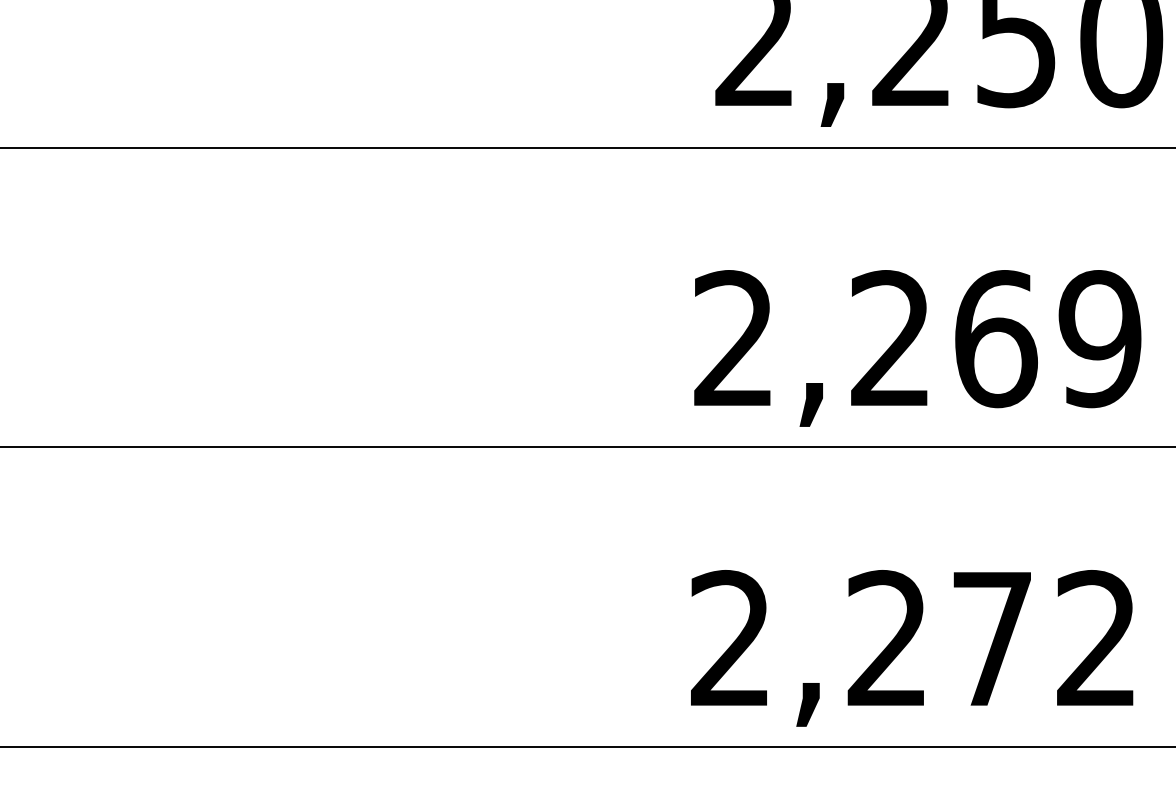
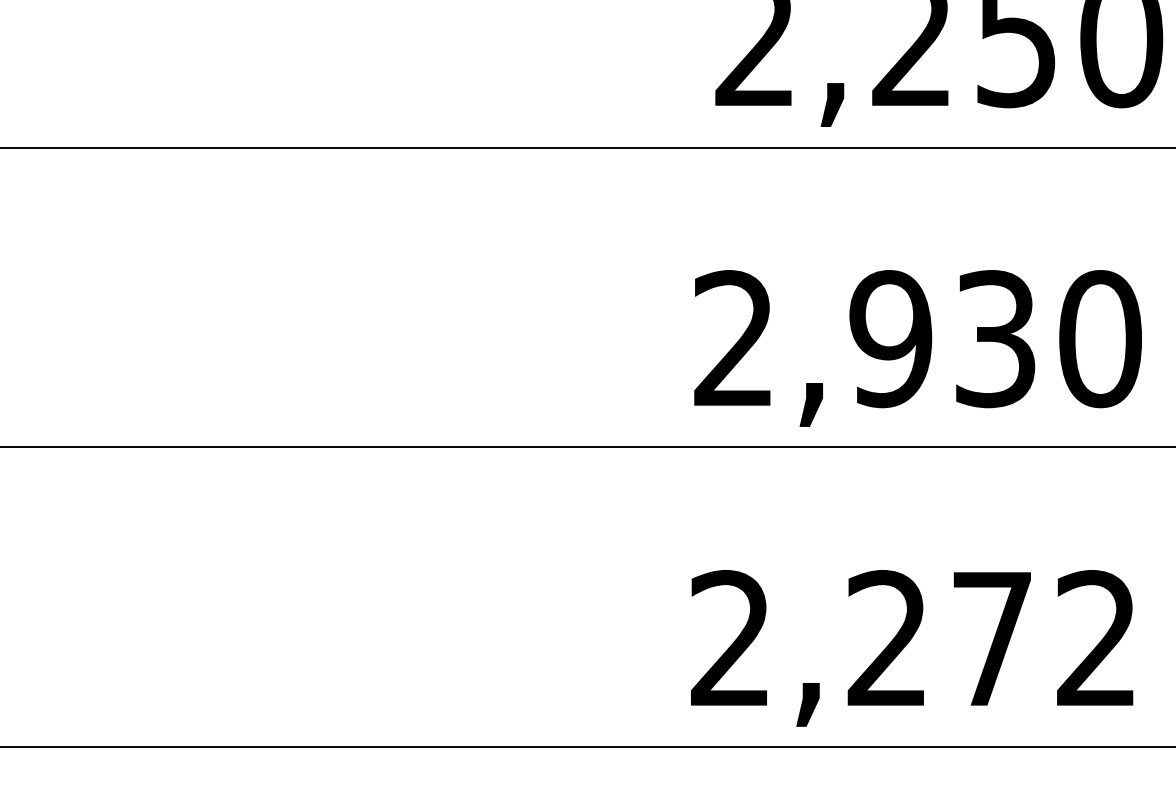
text at (995, 339): 2,269 -> 2,930
